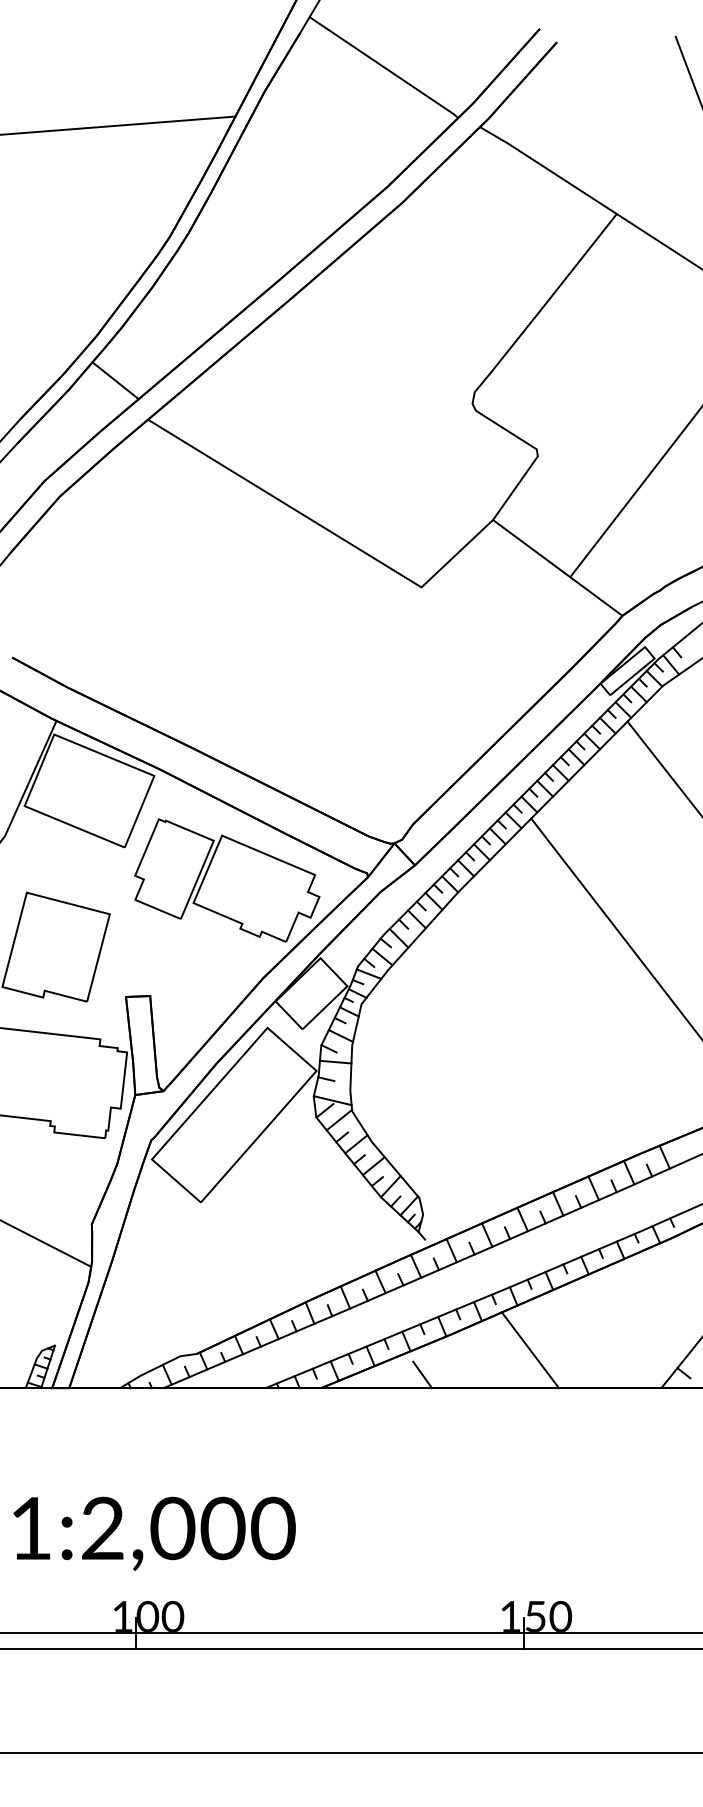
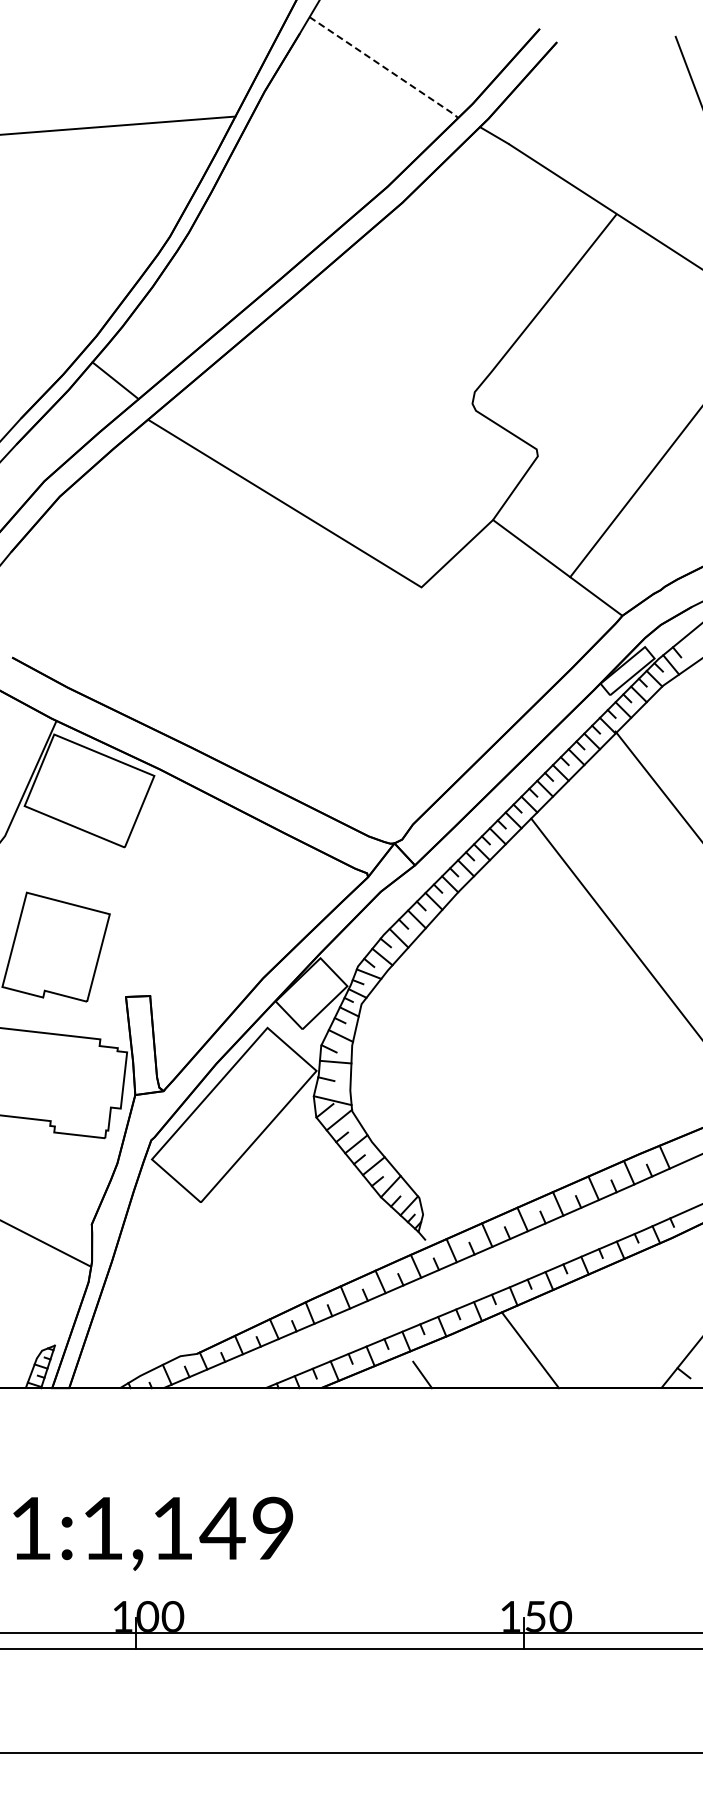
line at (384, 67): solid -> dashed
line at (663, 767) position: (663, 767) -> (657, 784)
part at (227, 880): present -> none
text at (188, 1528): 1:2,000 -> 1:1,149
